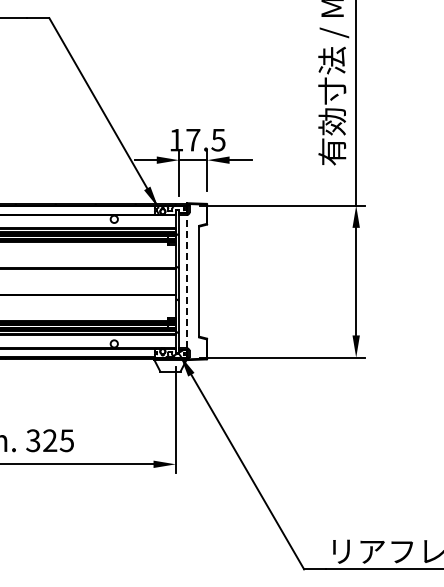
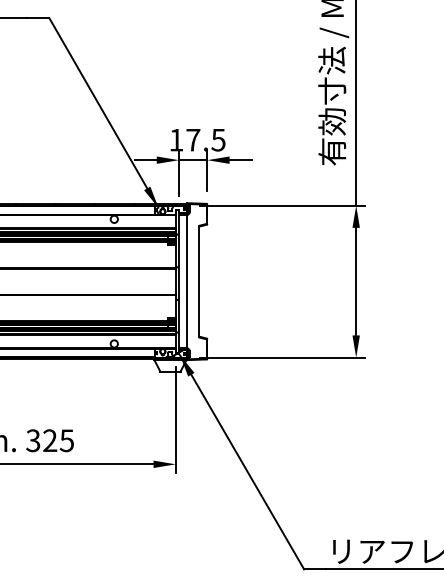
line at (187, 281): dashed -> solid
